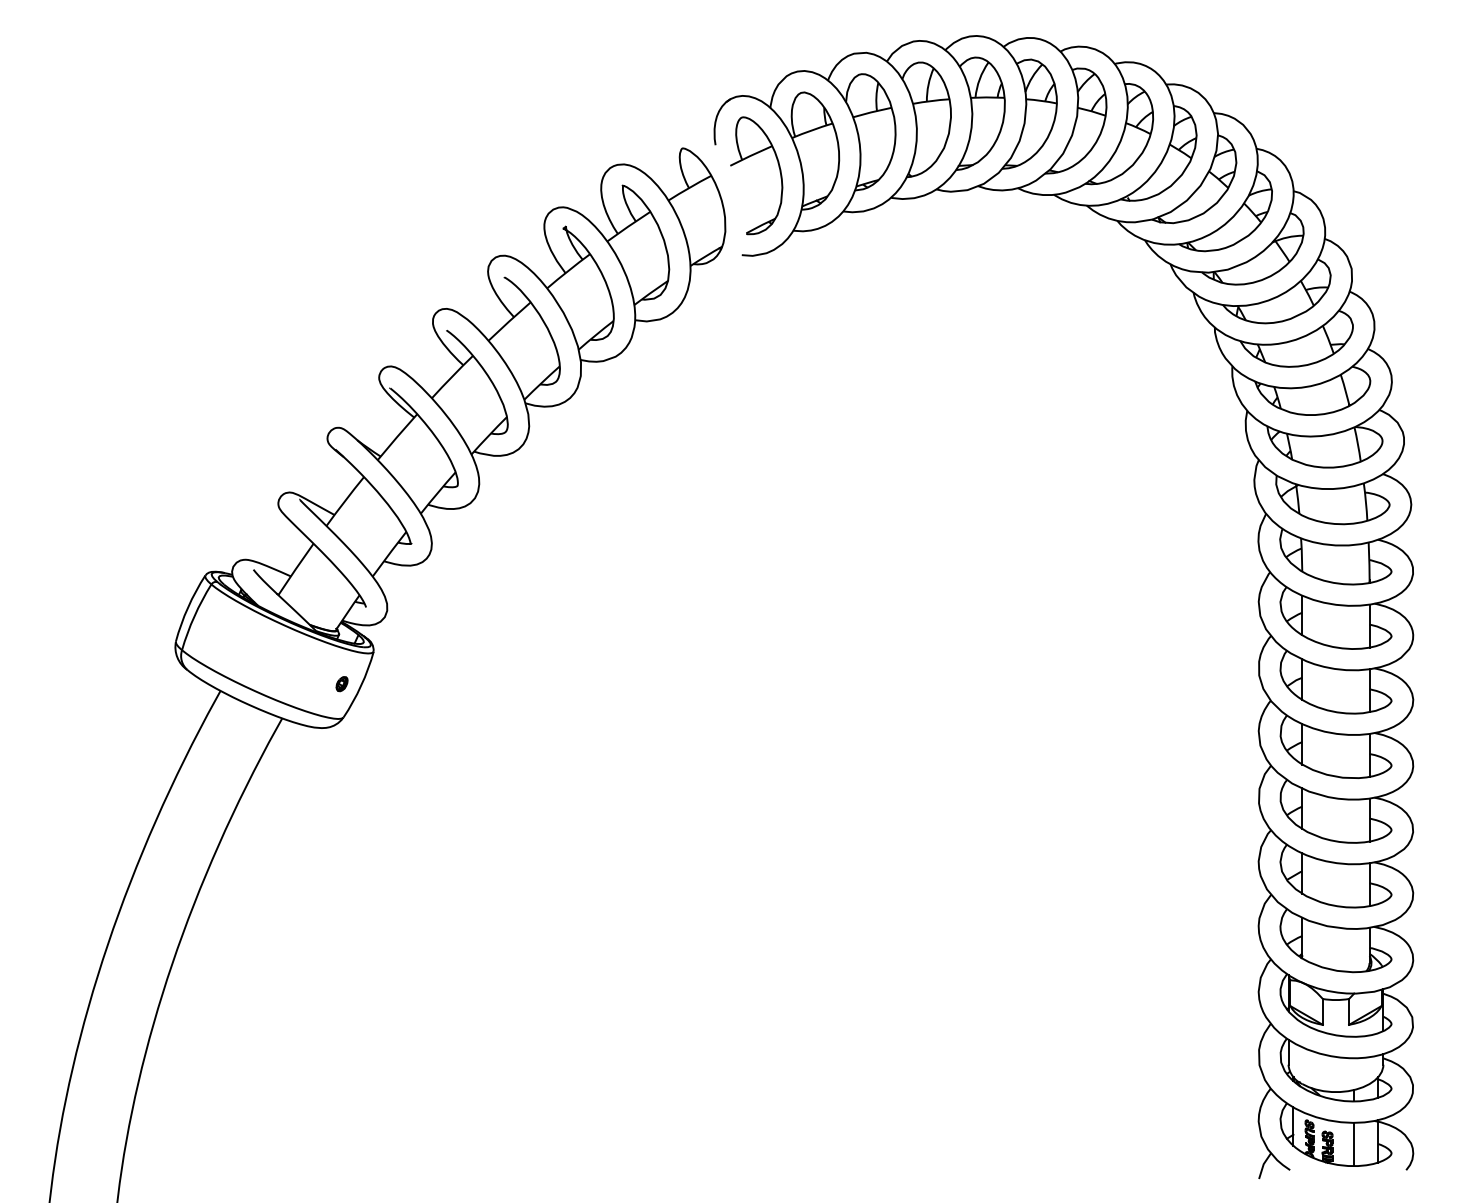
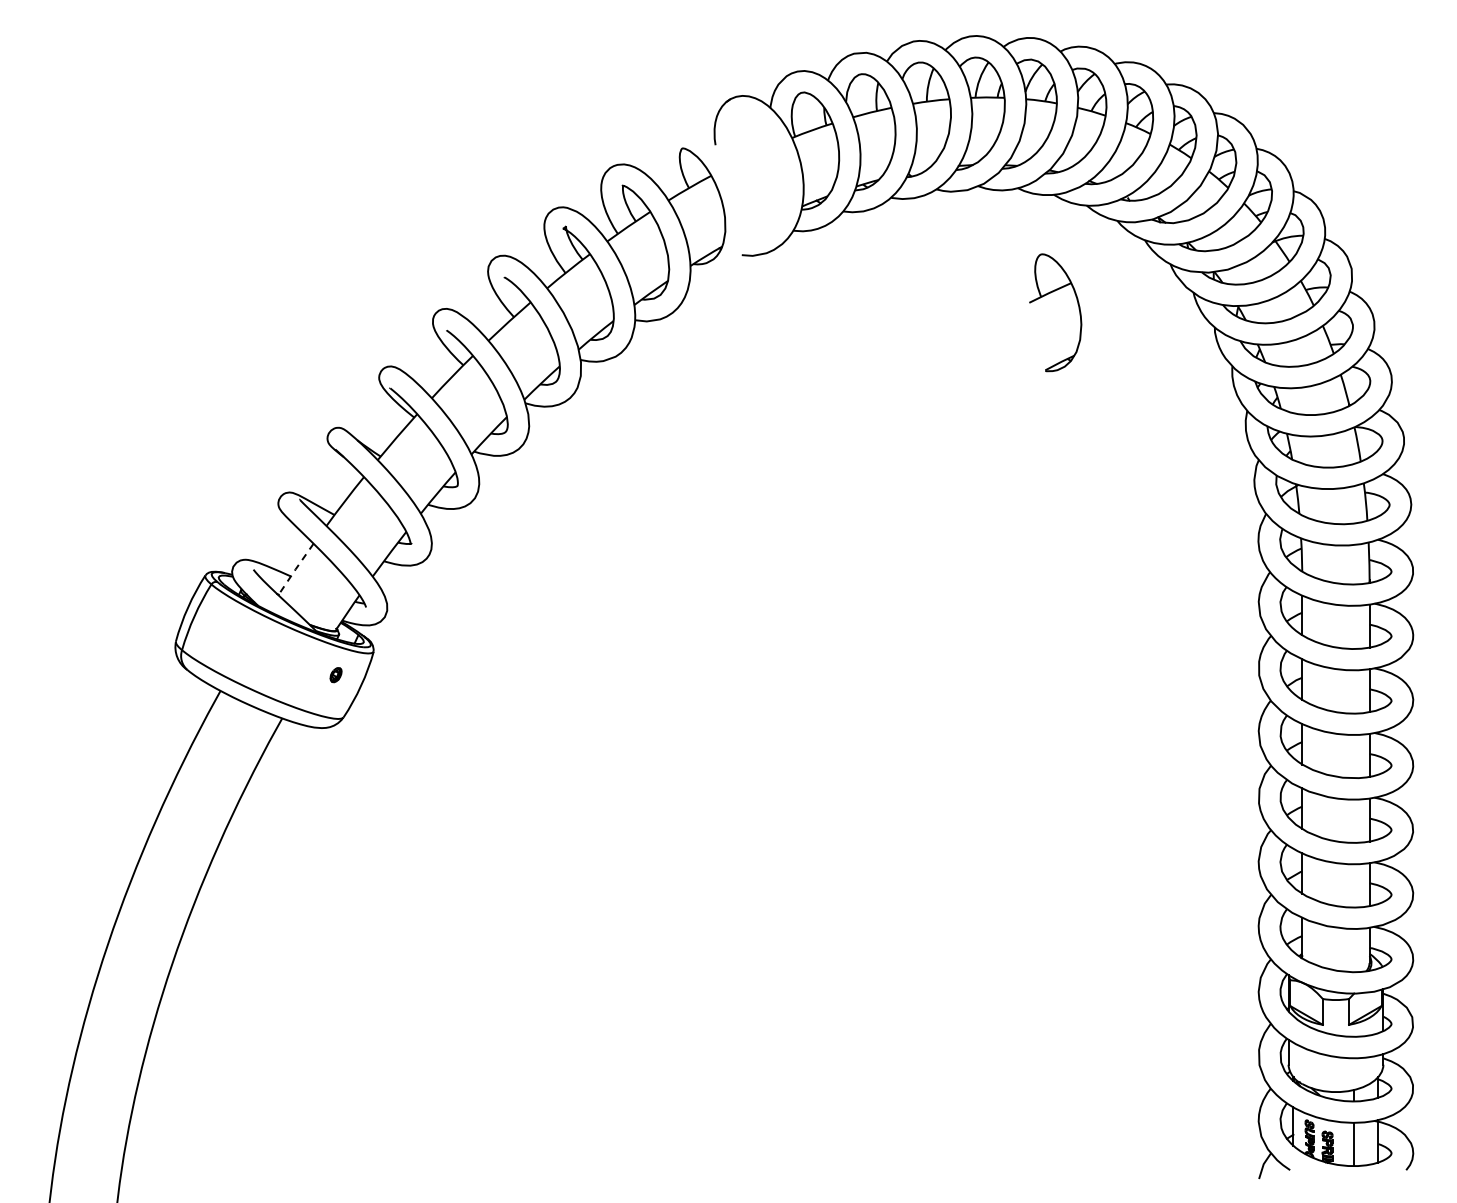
part at (747, 158) position: (747, 158) -> (1046, 295)
line at (295, 569): solid -> dashed
part at (341, 684) position: (341, 684) -> (335, 675)
